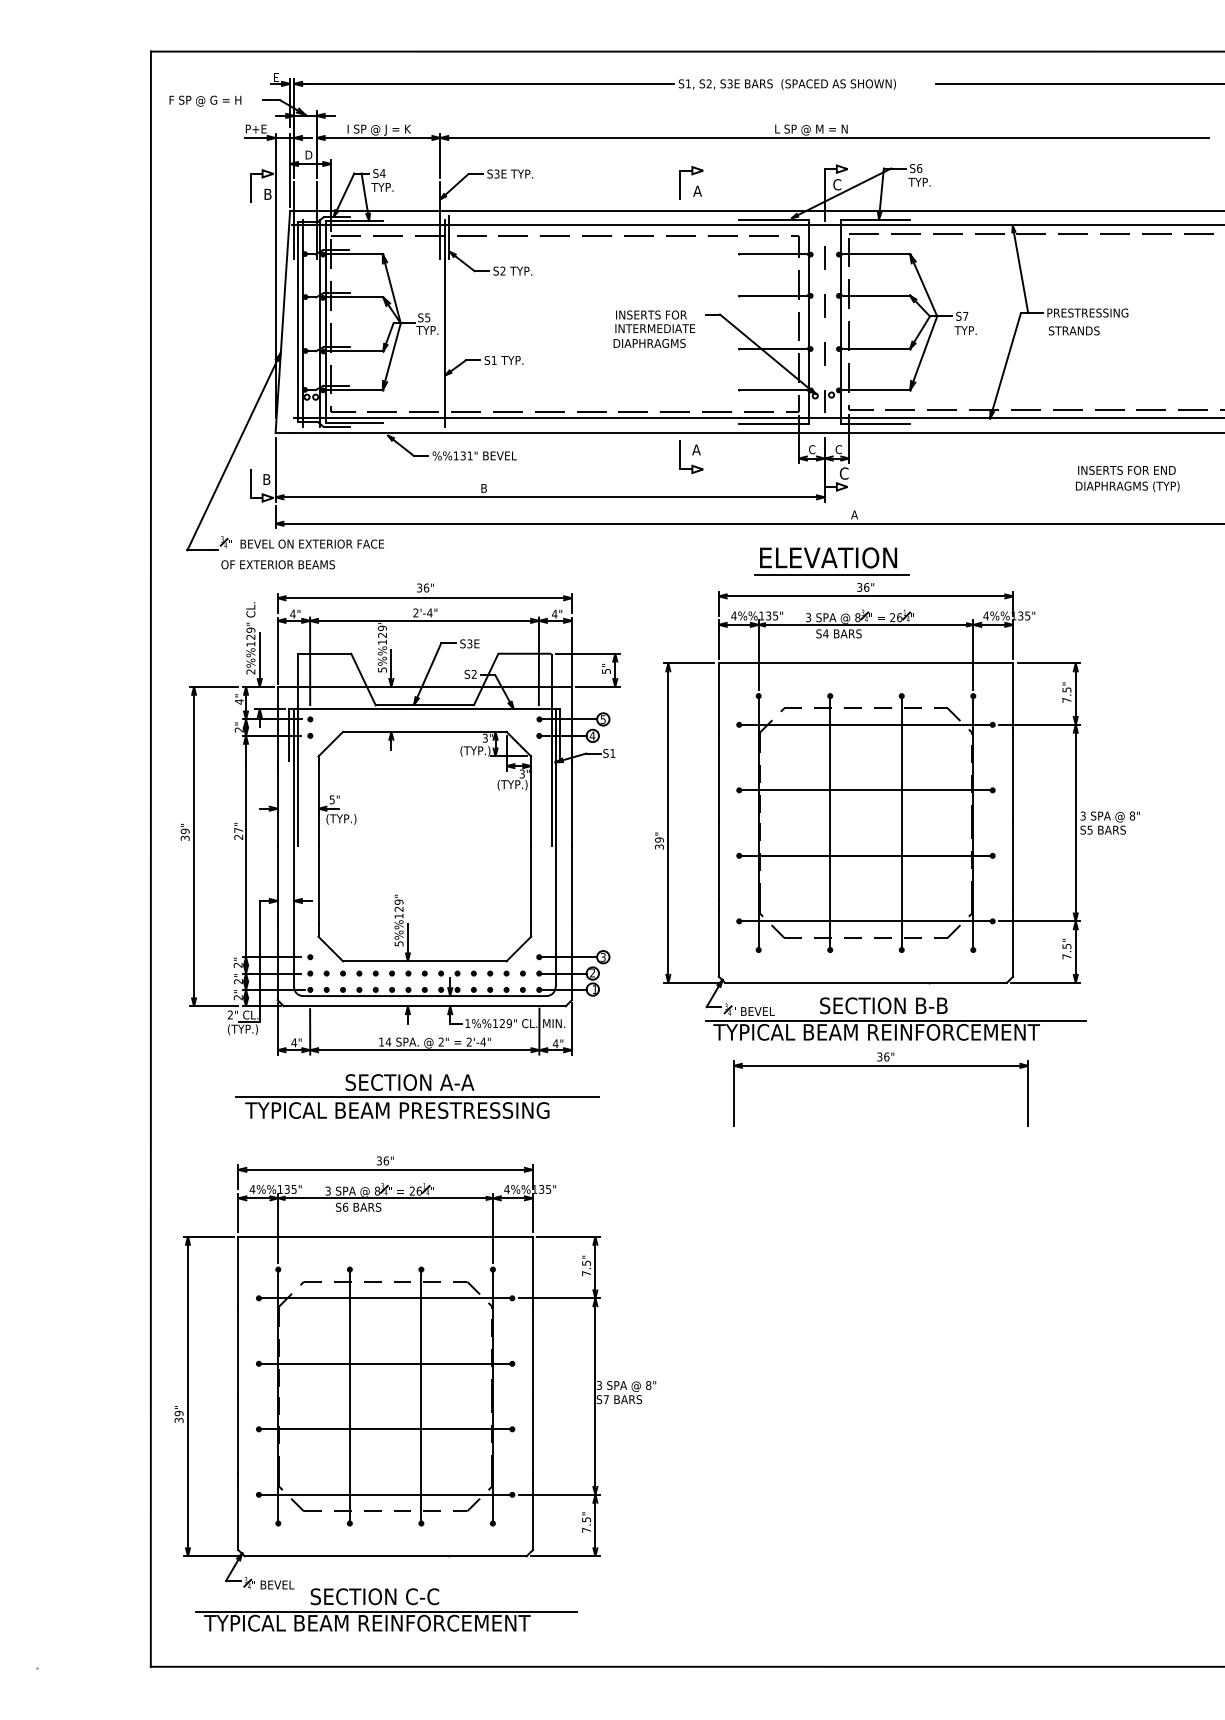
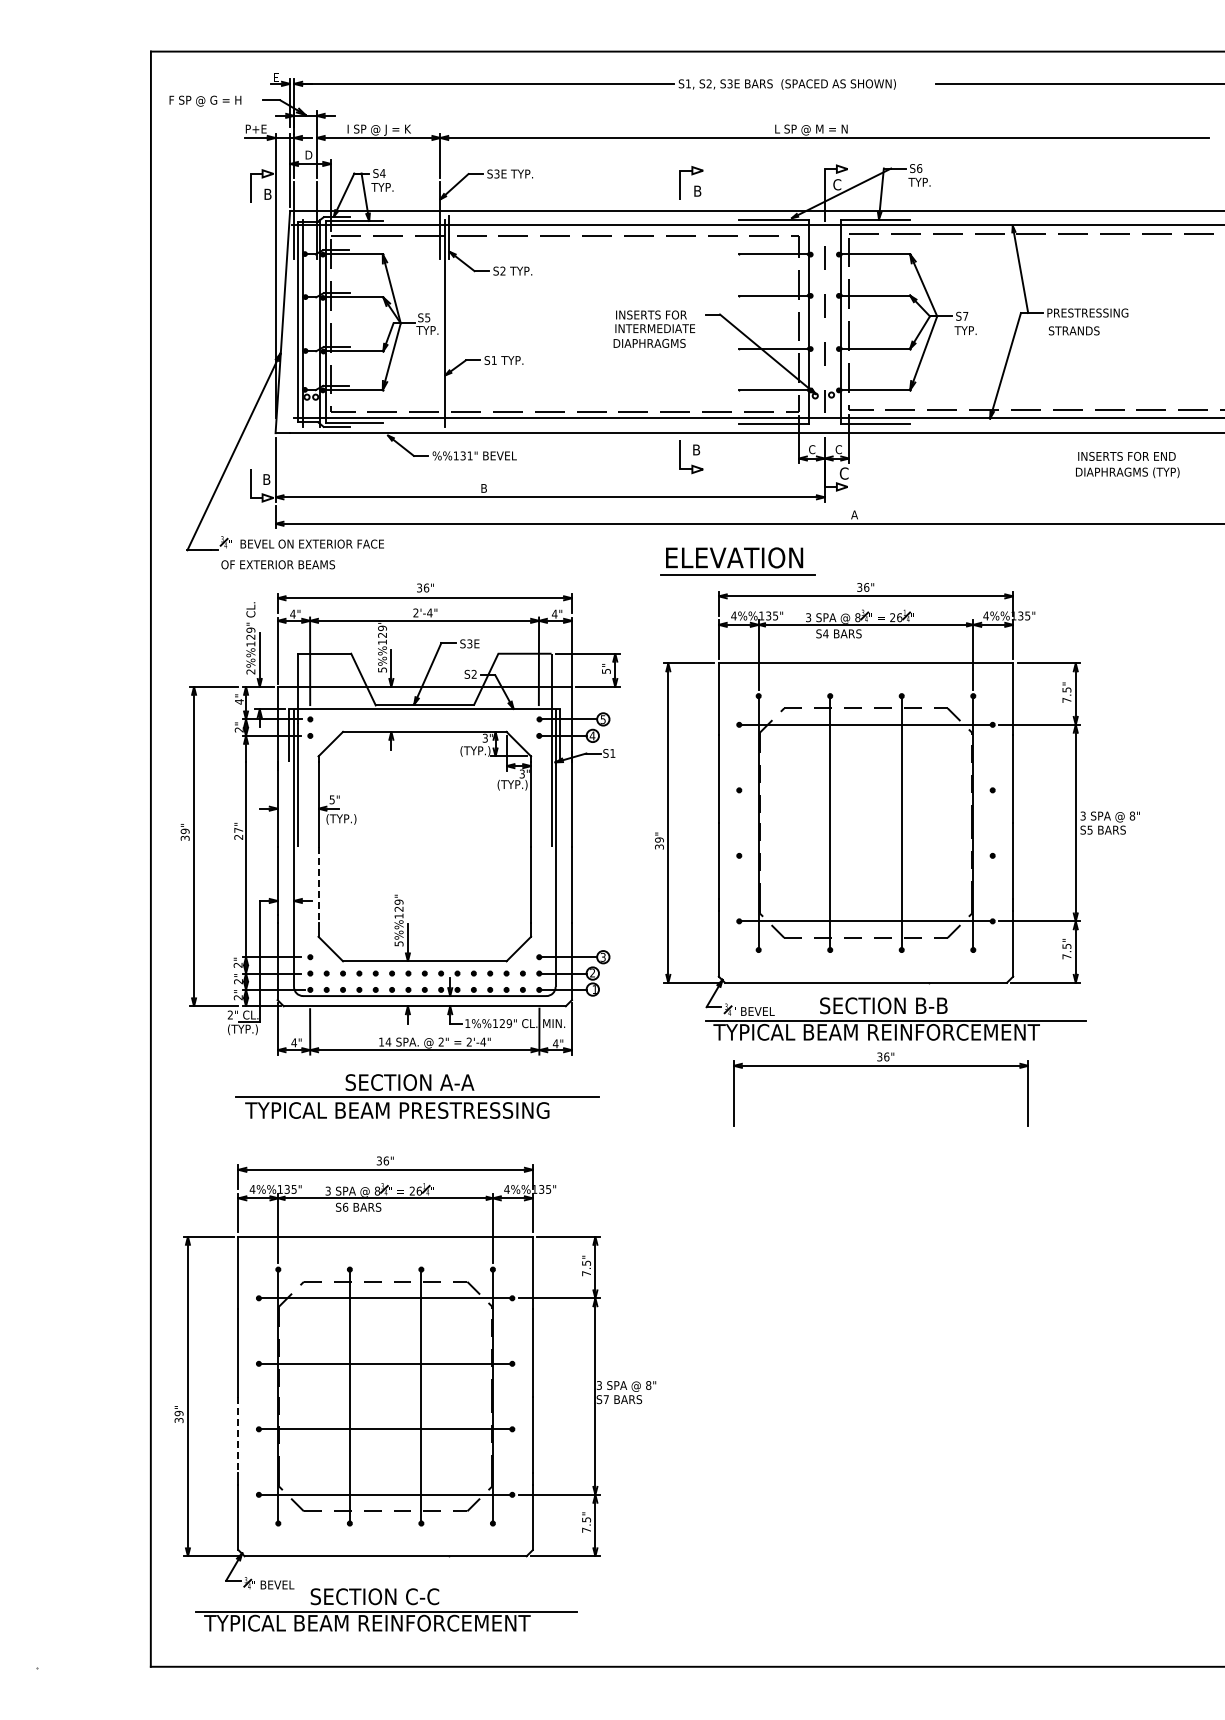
text at (697, 190): A -> B
text at (696, 449): A -> B
text at (1127, 478) position: (1127, 478) -> (1127, 464)
part at (831, 561) position: (831, 561) -> (737, 561)
line at (865, 790): present -> none
line at (865, 855): present -> none
line at (318, 885): solid -> dashed
line at (238, 1435): solid -> dashed
